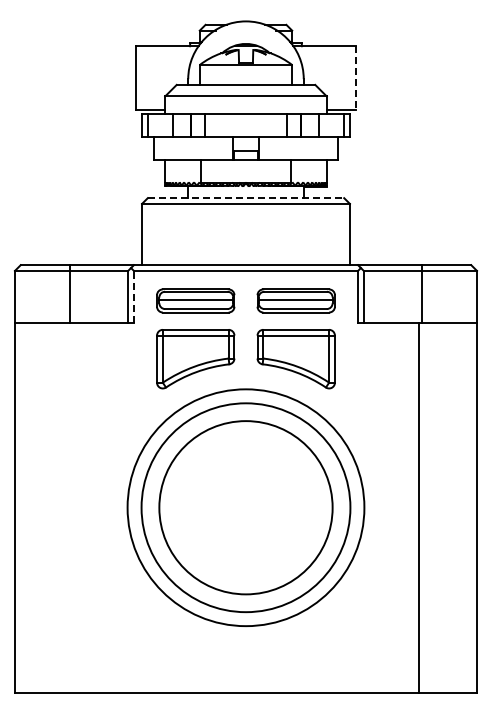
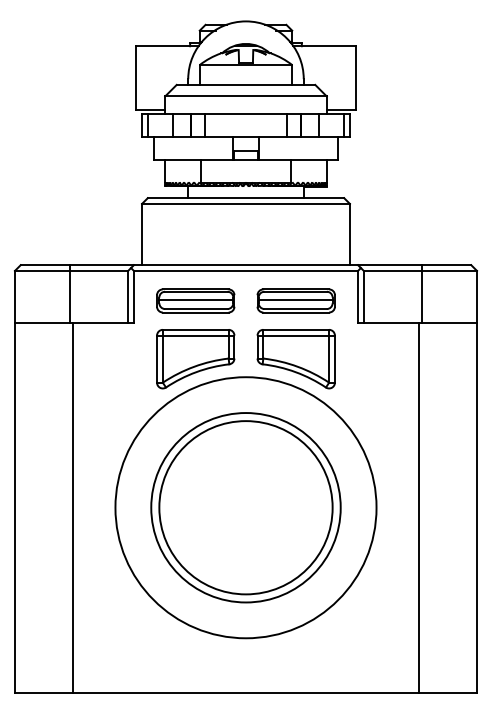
line at (355, 78): dashed -> solid
line at (246, 198): dashed -> solid
line at (133, 296): dashed -> solid
line at (72, 507): none -> present
circle at (245, 507) diameter: 209 px -> 261 px
circle at (245, 507) diameter: 237 px -> 189 px
